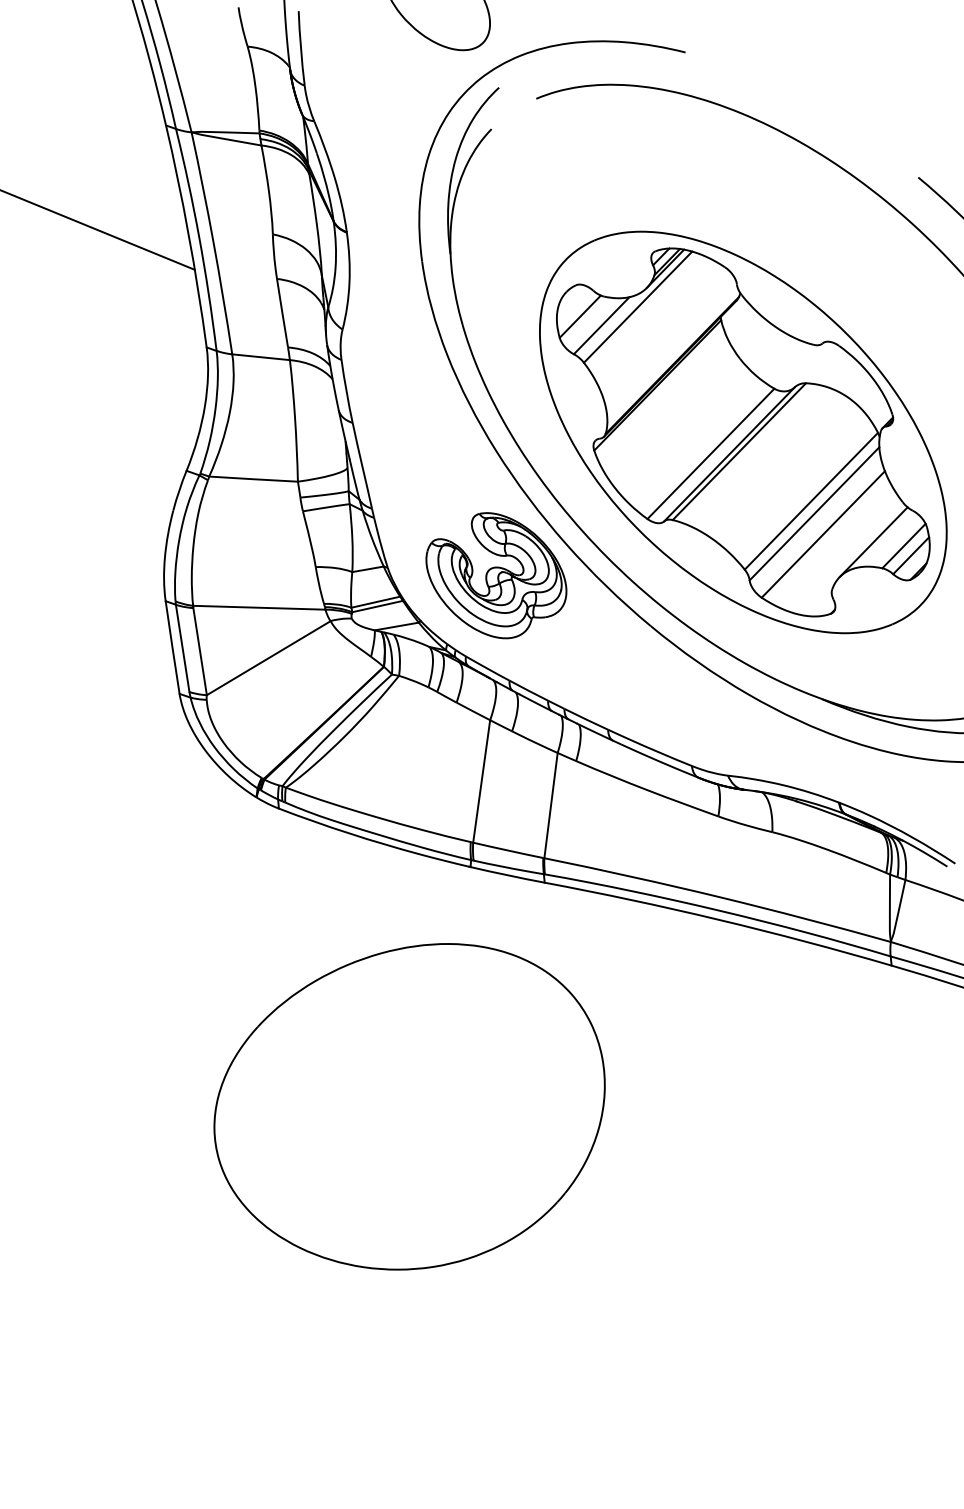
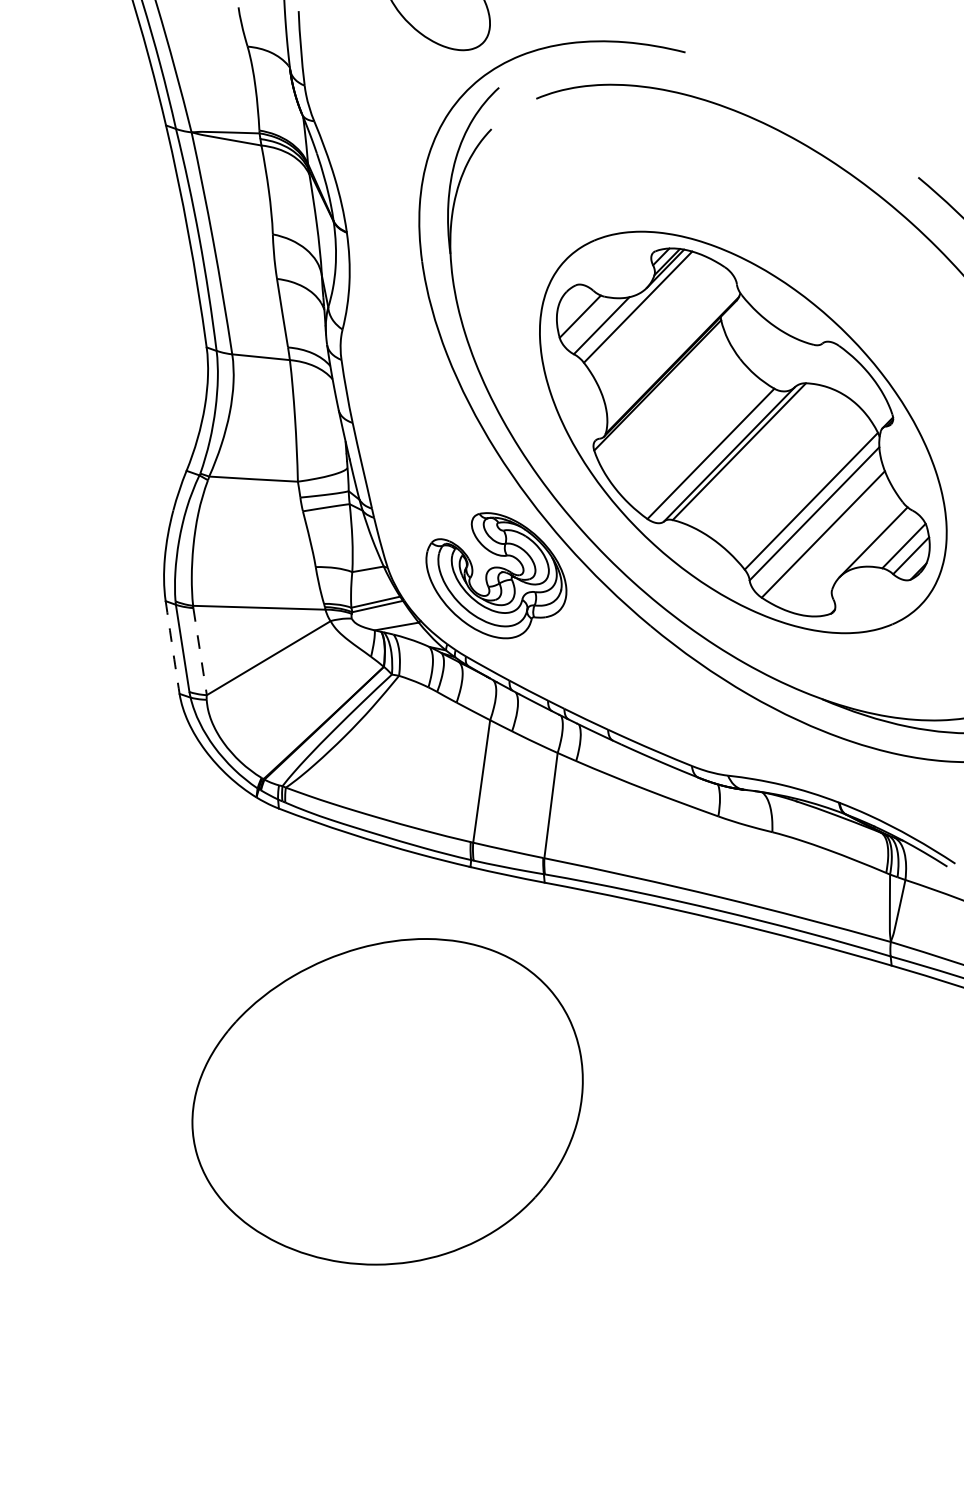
line at (98, 230): present -> none
arc at (172, 647): solid -> dashed
line at (200, 652): solid -> dashed
part at (409, 1106) position: (409, 1106) -> (387, 1101)
